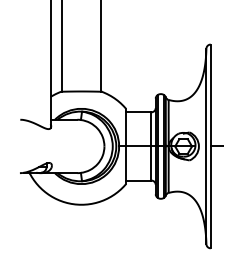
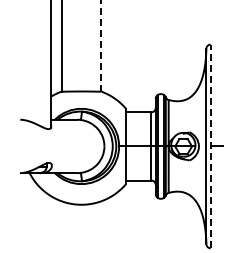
line at (101, 45): solid -> dashed
line at (210, 146): solid -> dashed
